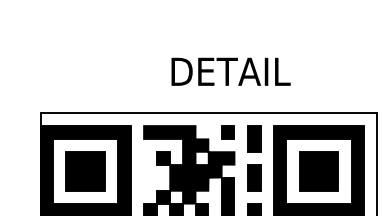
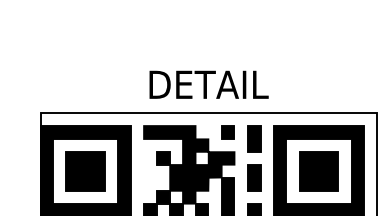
text at (230, 71) position: (230, 71) -> (208, 84)
